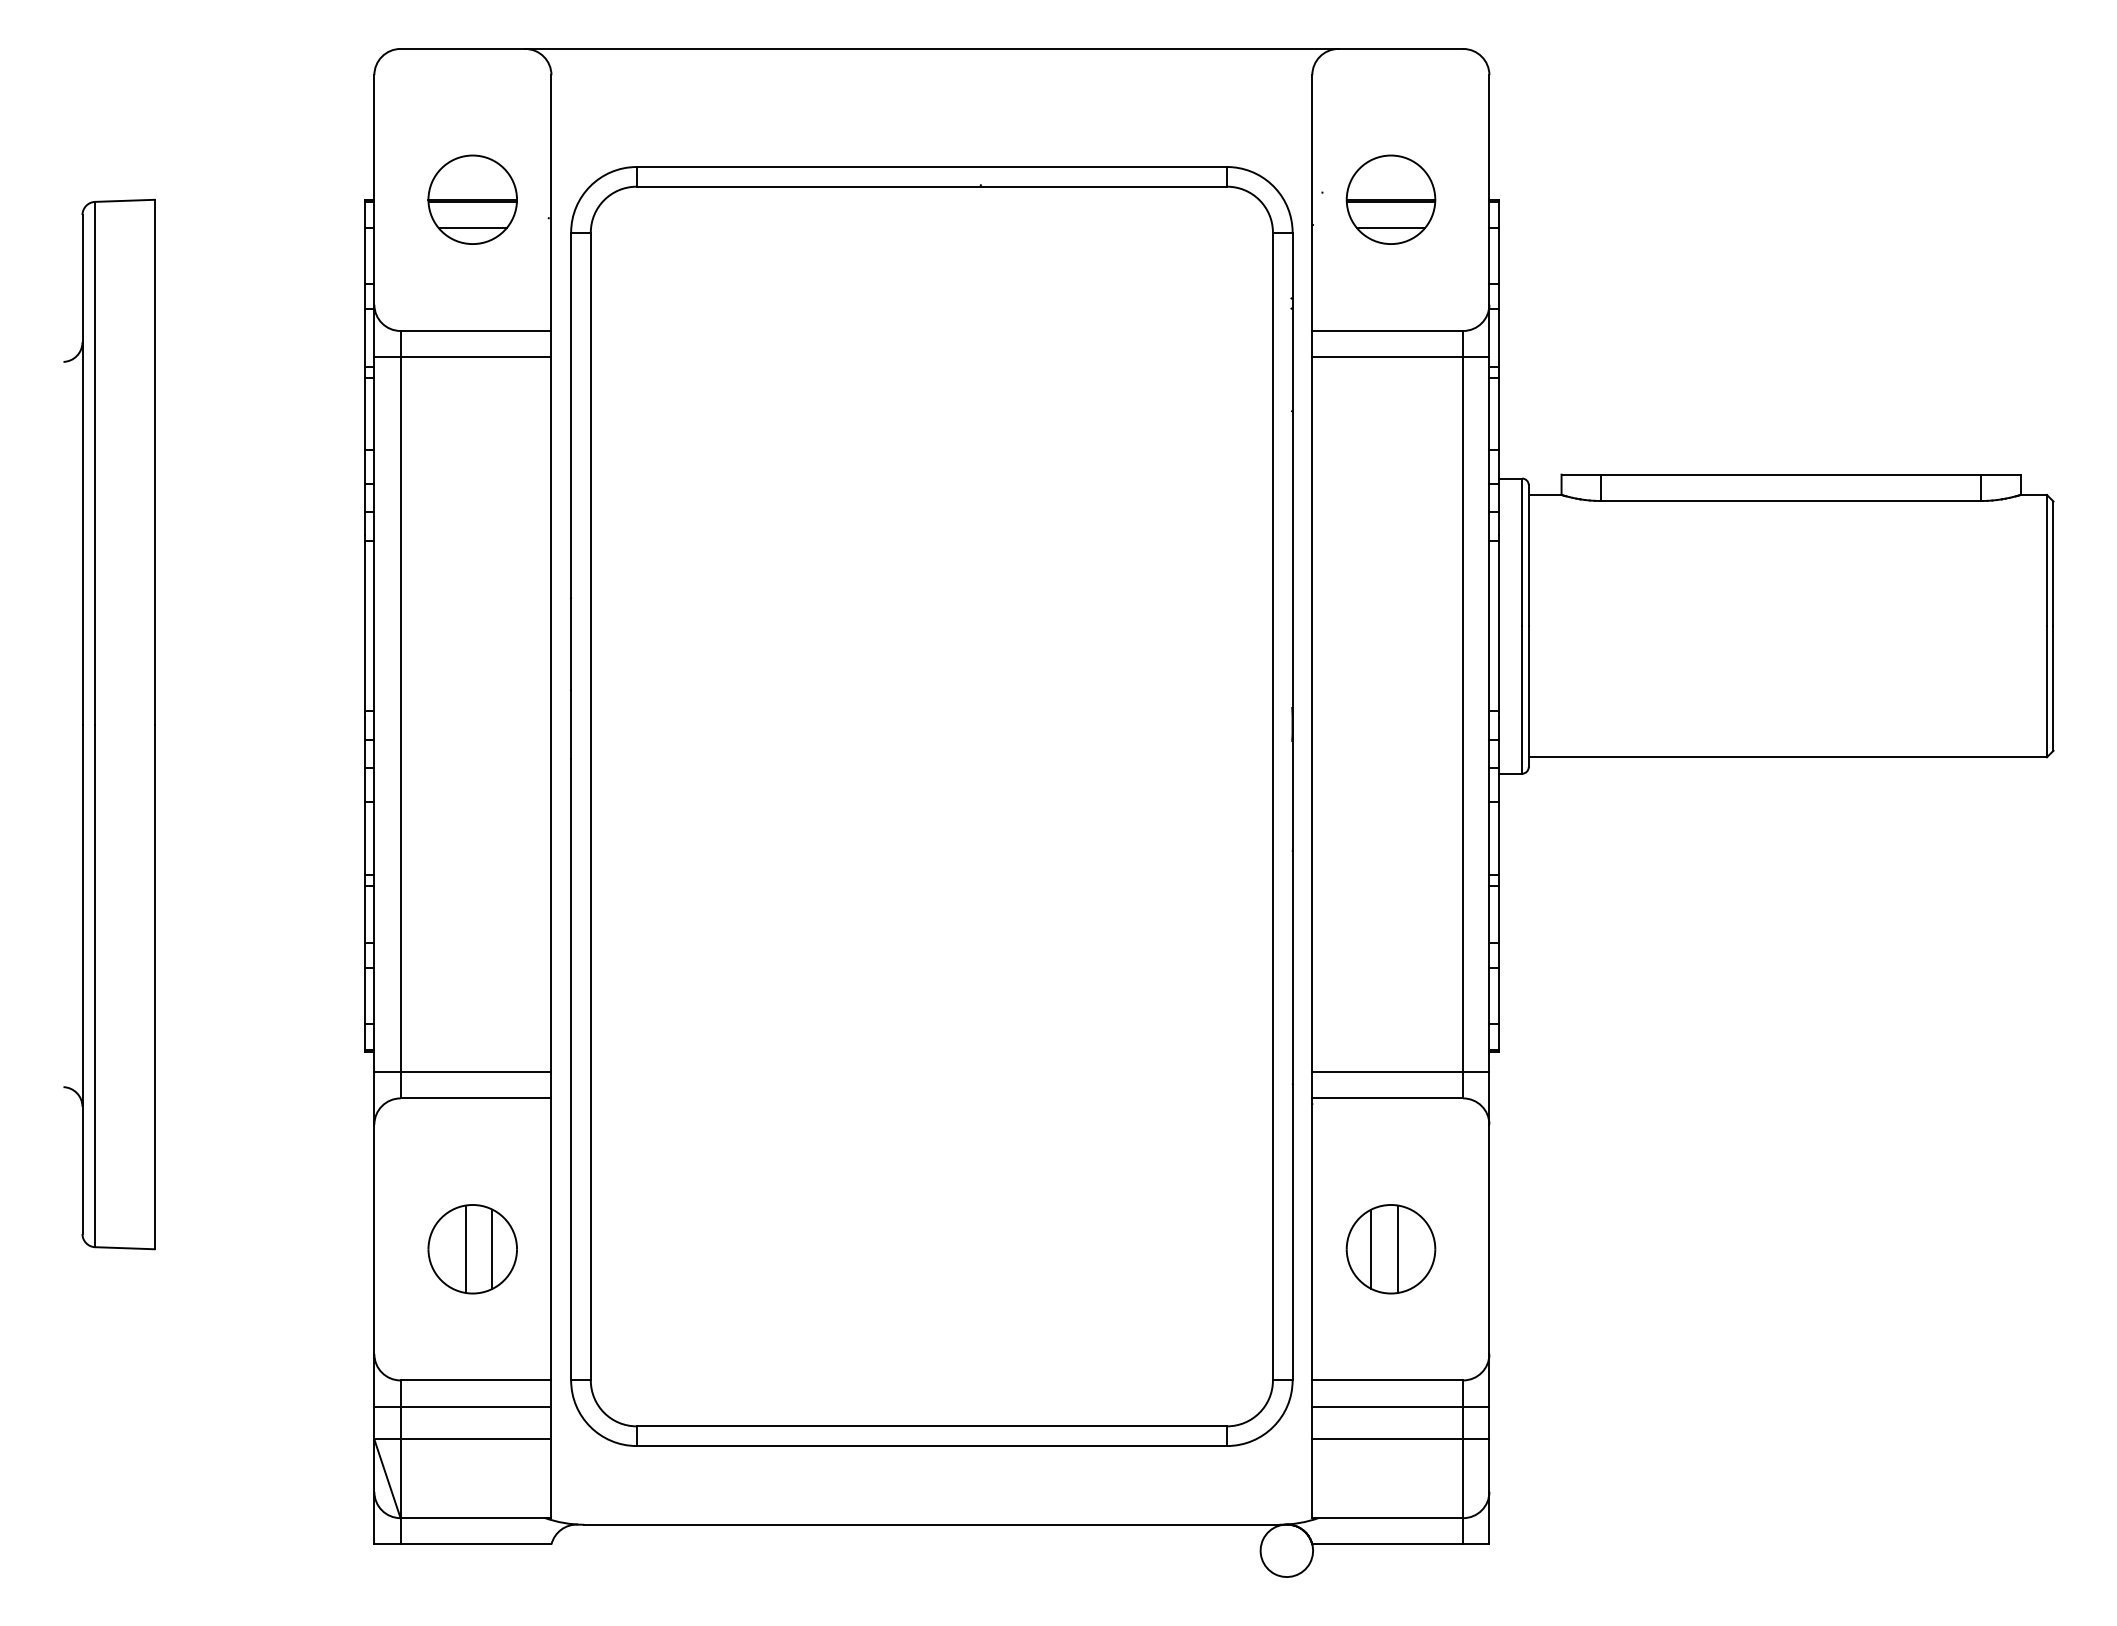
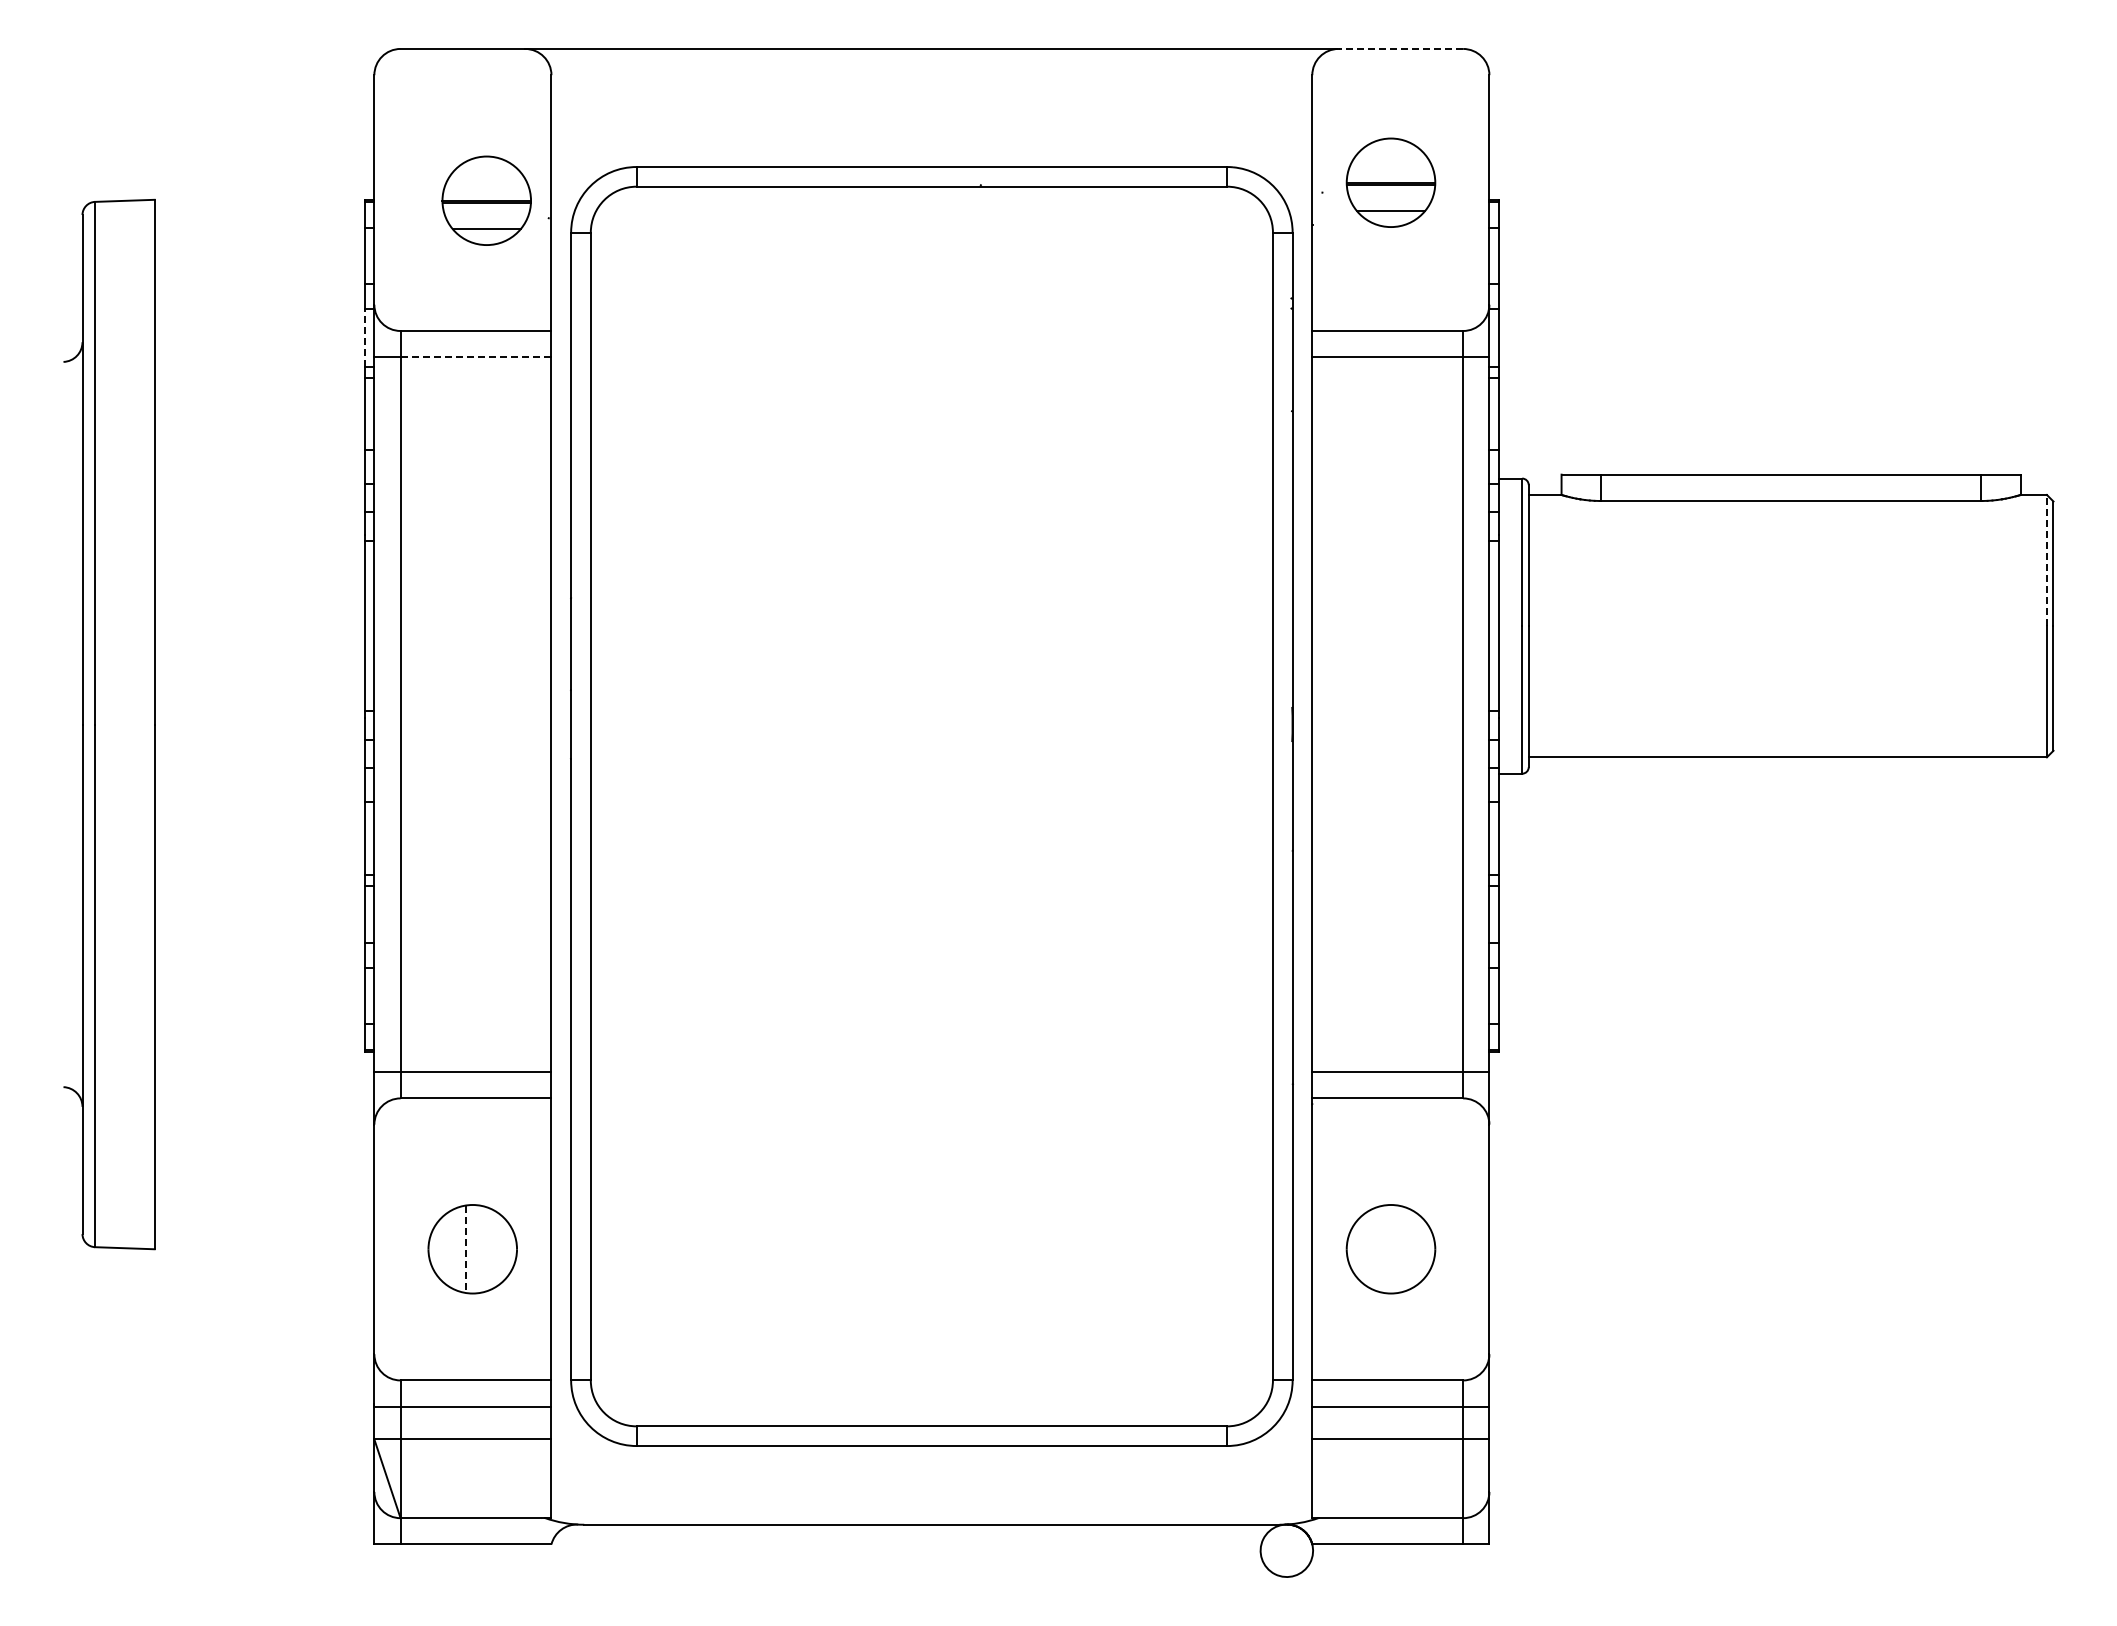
line at (1400, 48): solid -> dashed
part at (472, 199) position: (472, 199) -> (486, 200)
part at (1390, 199) position: (1390, 199) -> (1390, 182)
line at (364, 338): solid -> dashed
line at (475, 357): solid -> dashed
line at (2046, 560): solid -> dashed
line at (492, 1248): present -> none
line at (1371, 1248): present -> none
line at (1397, 1248): present -> none
line at (466, 1249): solid -> dashed
